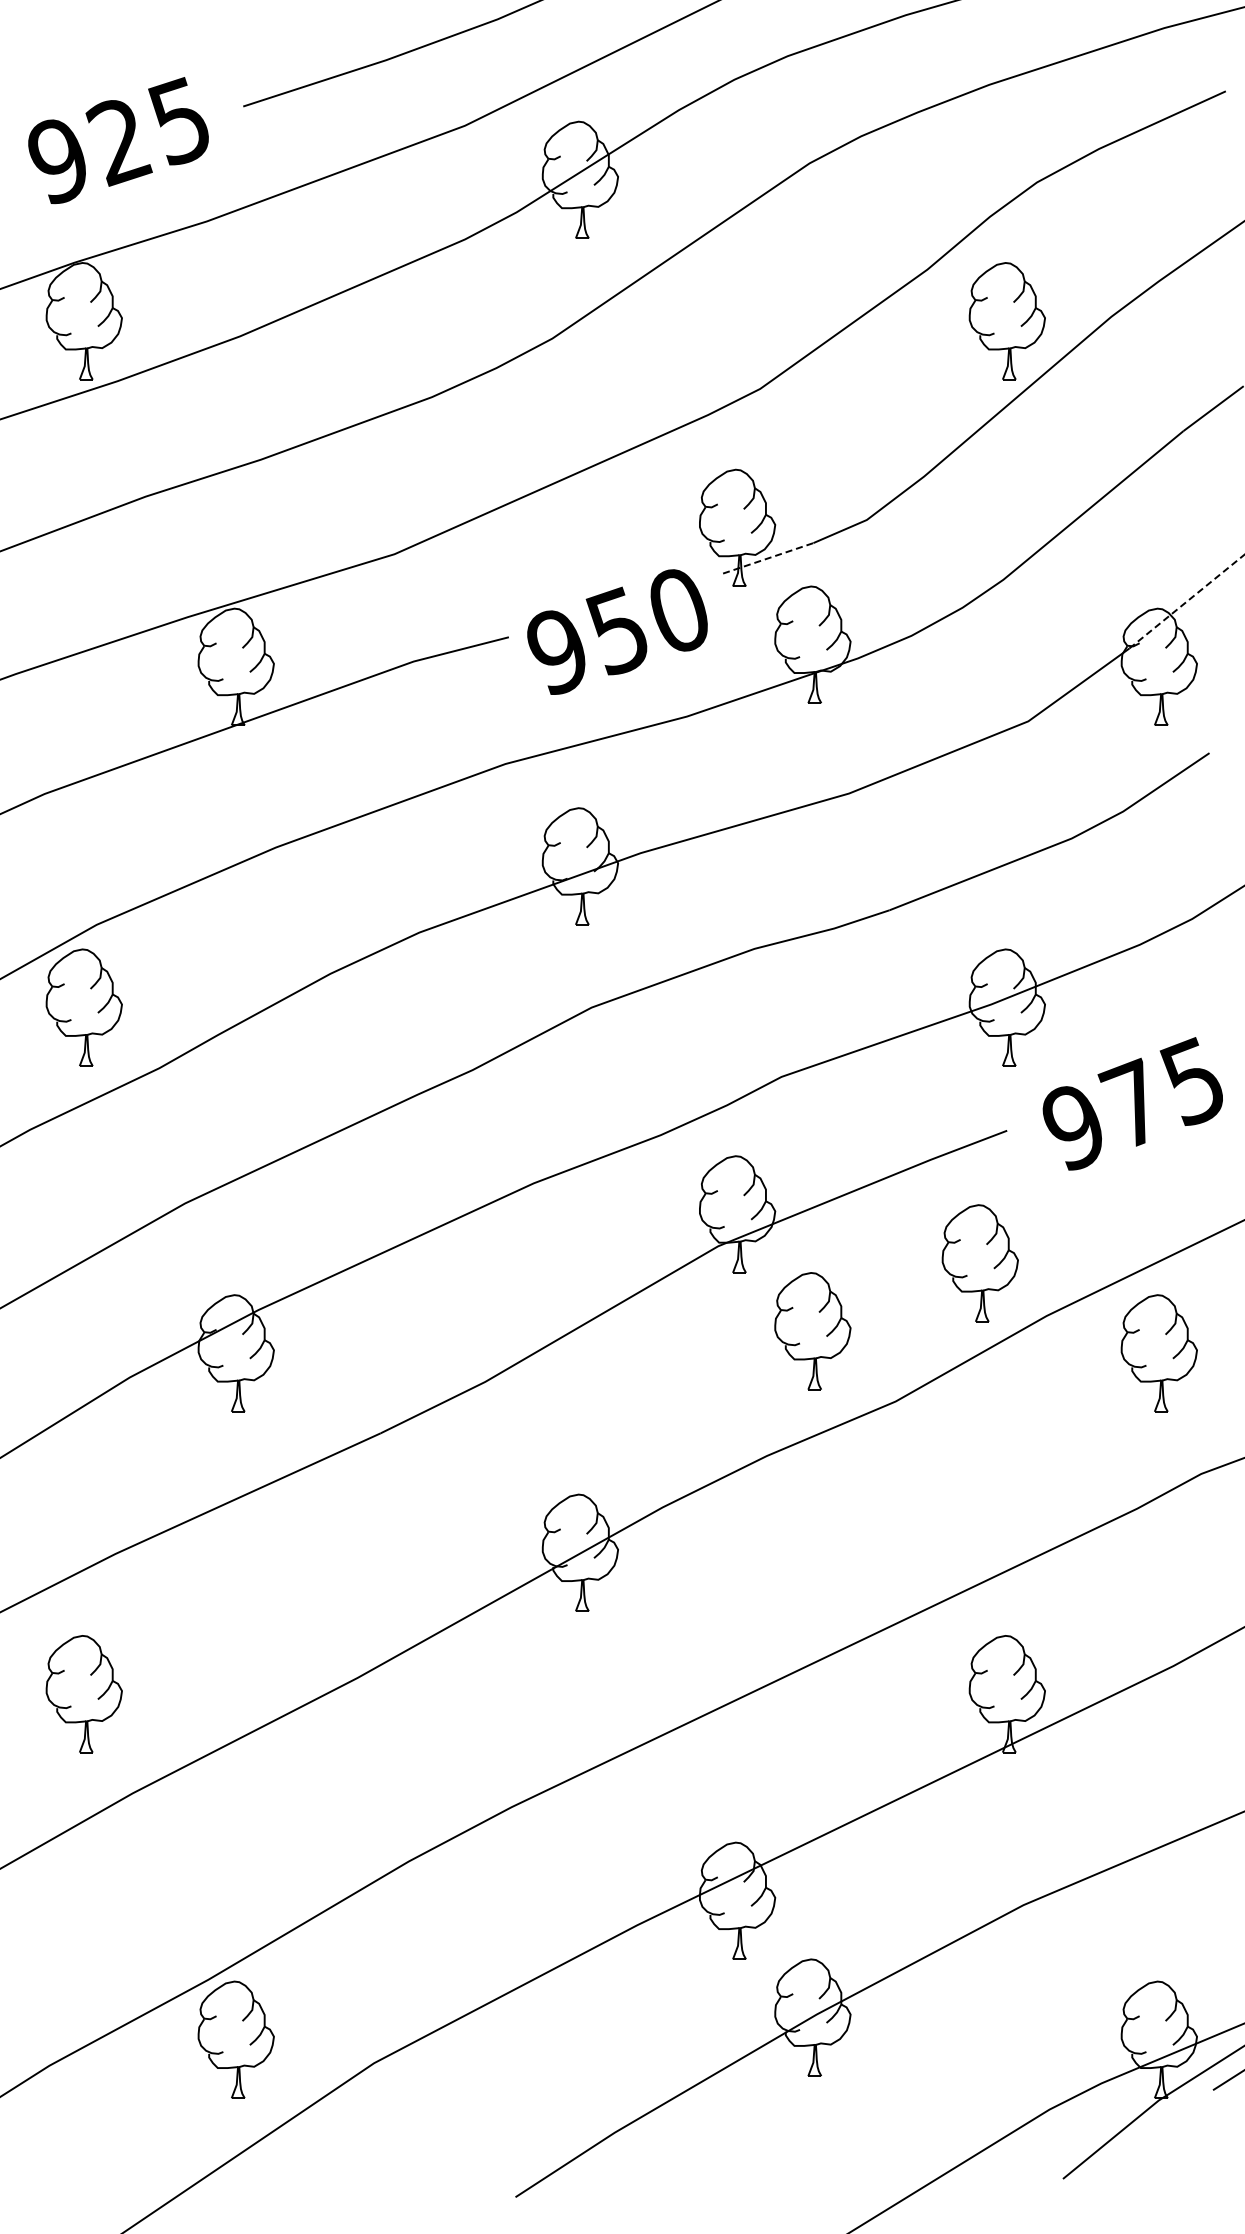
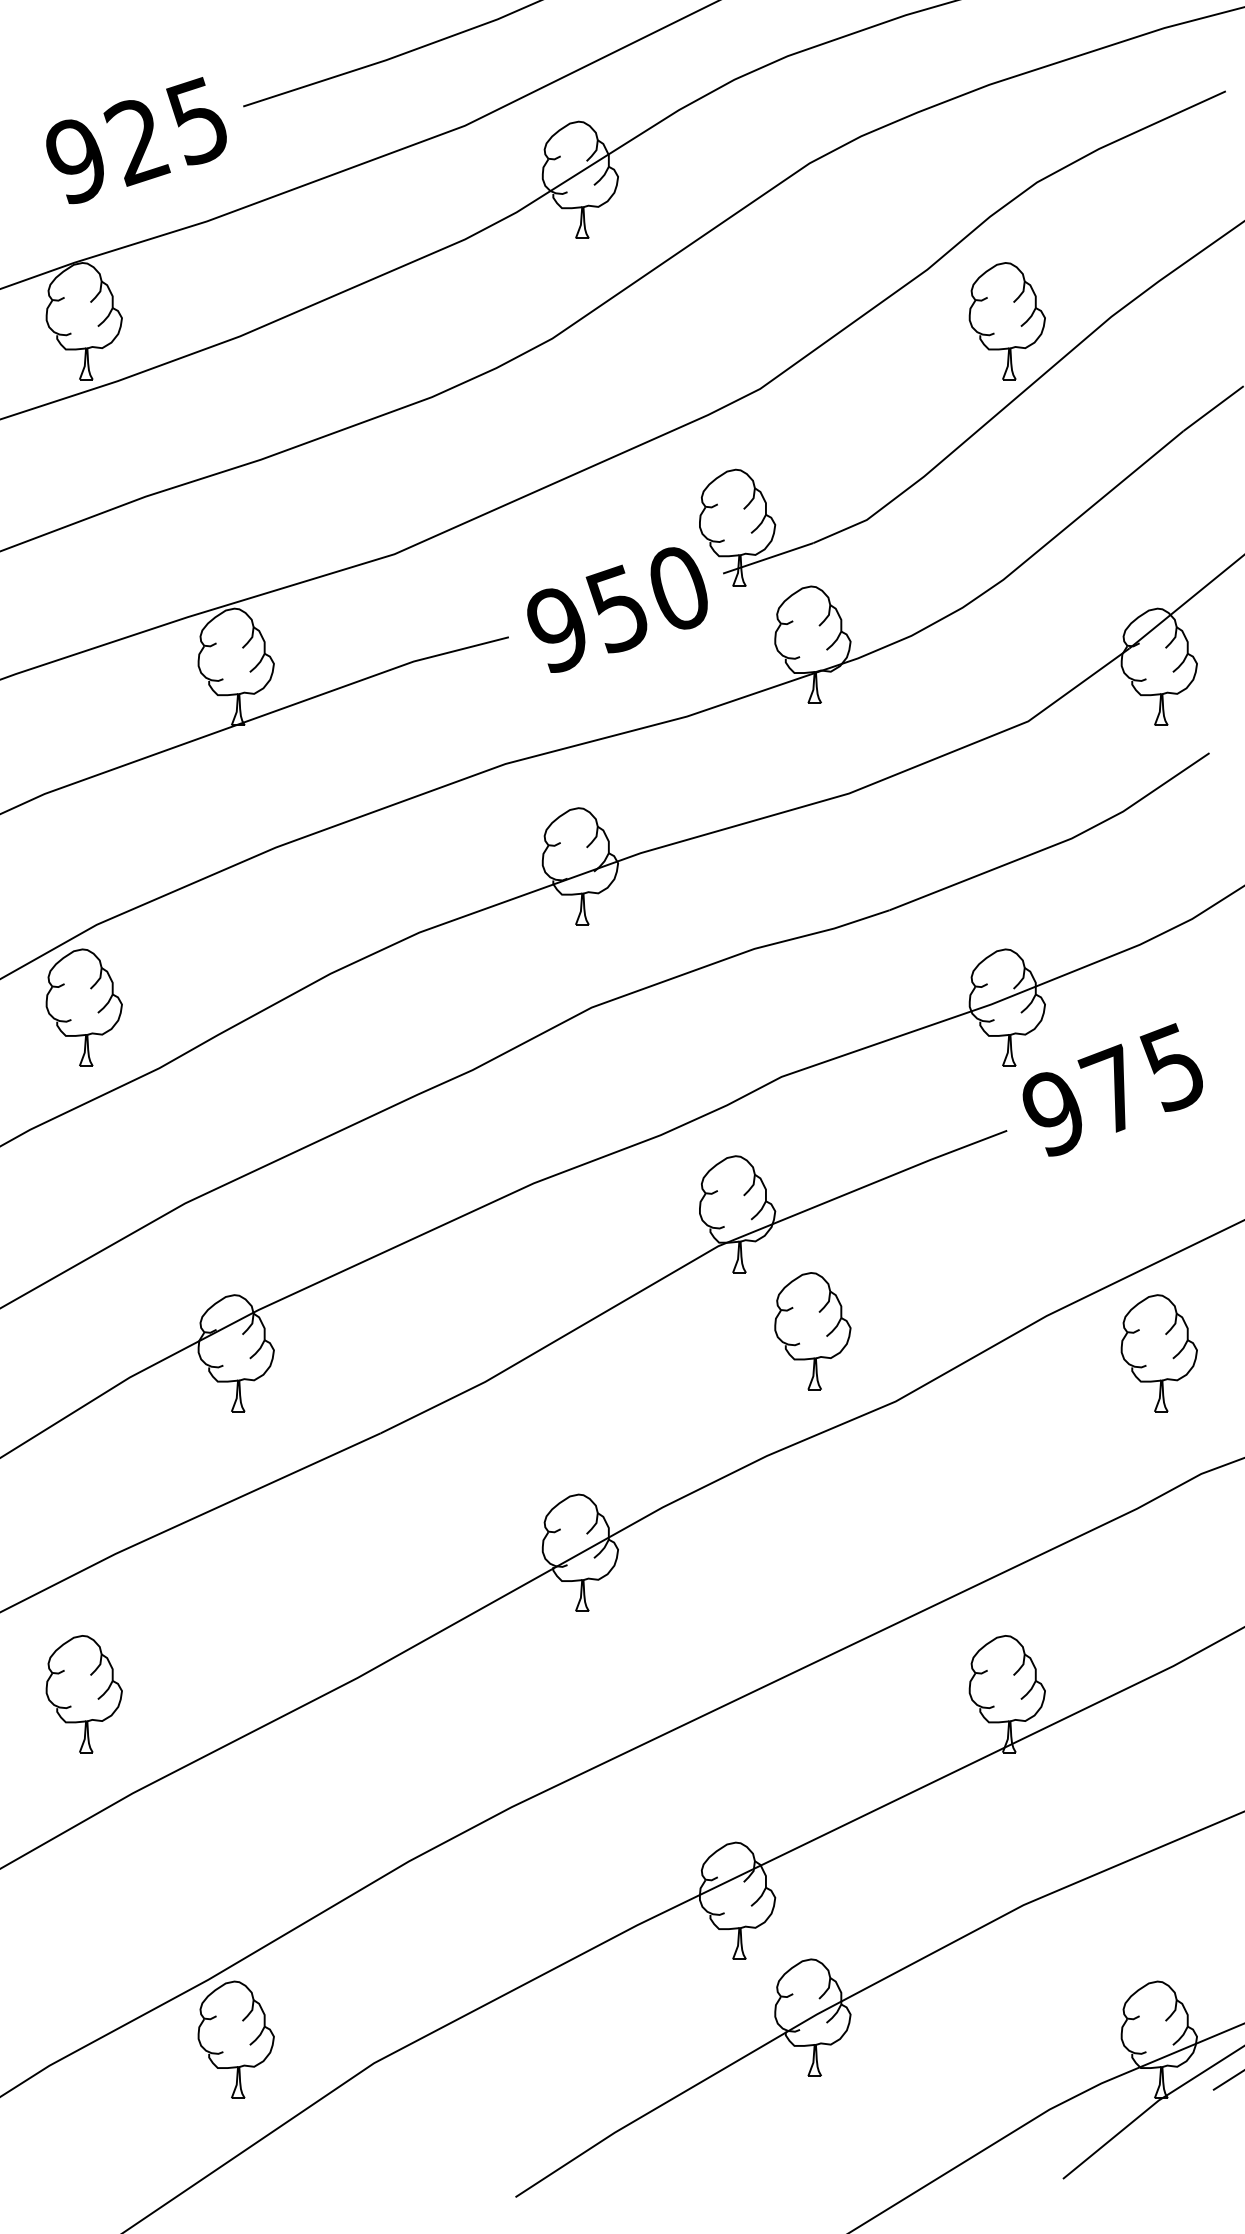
text at (118, 140) position: (118, 140) -> (136, 140)
line at (768, 558): dashed -> solid
line at (1187, 601): dashed -> solid
text at (617, 631) position: (617, 631) -> (617, 609)
text at (1132, 1103) position: (1132, 1103) -> (1112, 1089)
part at (979, 1263): present -> none
